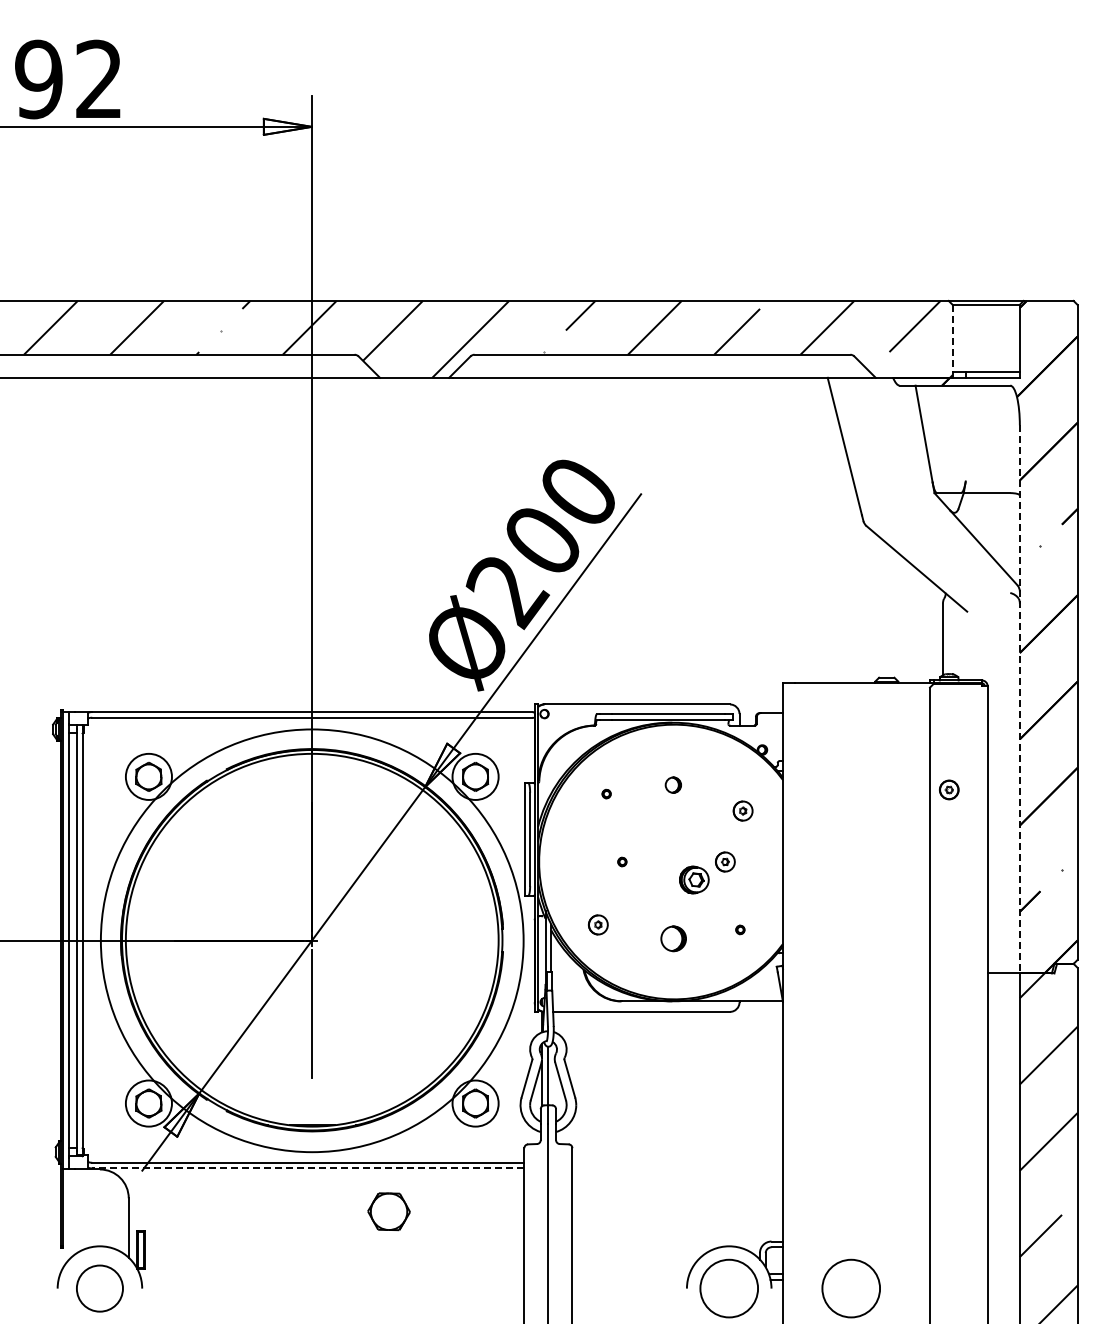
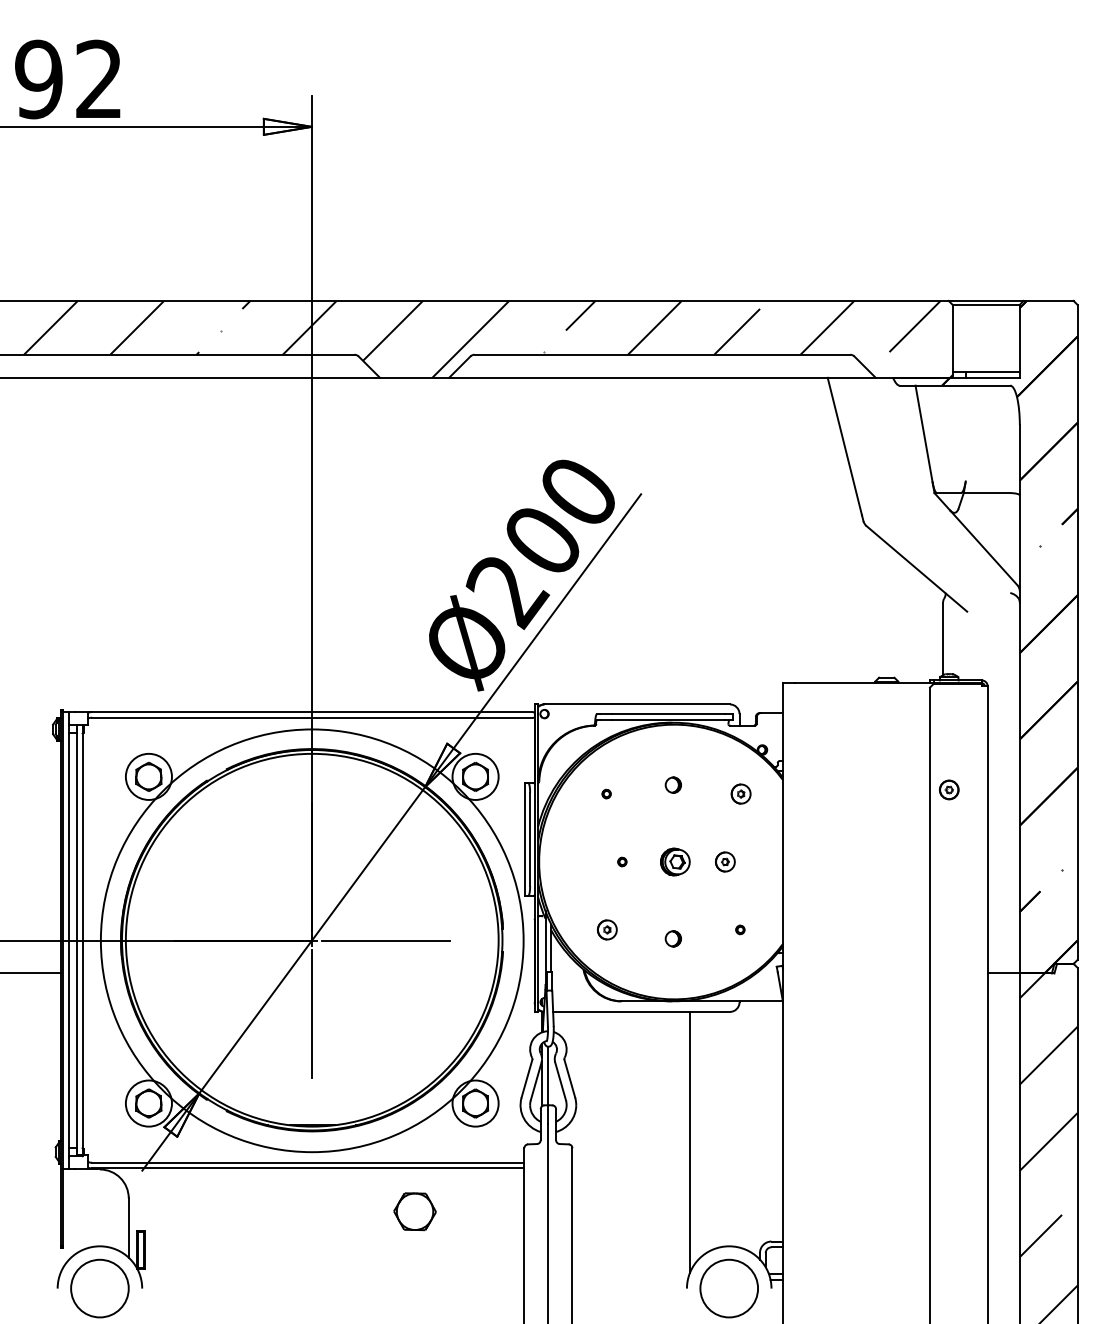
line at (952, 341): dashed -> solid
line at (1019, 699): dashed -> solid
part at (742, 810) position: (742, 810) -> (740, 793)
part at (694, 879) position: (694, 879) -> (675, 861)
part at (598, 924) position: (598, 924) -> (607, 929)
part at (673, 938) size: 27x28 px -> 18x18 px
line at (385, 940): none -> present
line at (31, 973): none -> present
line at (689, 1142): none -> present
line at (307, 1168): dashed -> solid
part at (388, 1211) position: (388, 1211) -> (414, 1211)
circle at (99, 1288) diameter: 46 px -> 58 px
circle at (850, 1288): present -> none
